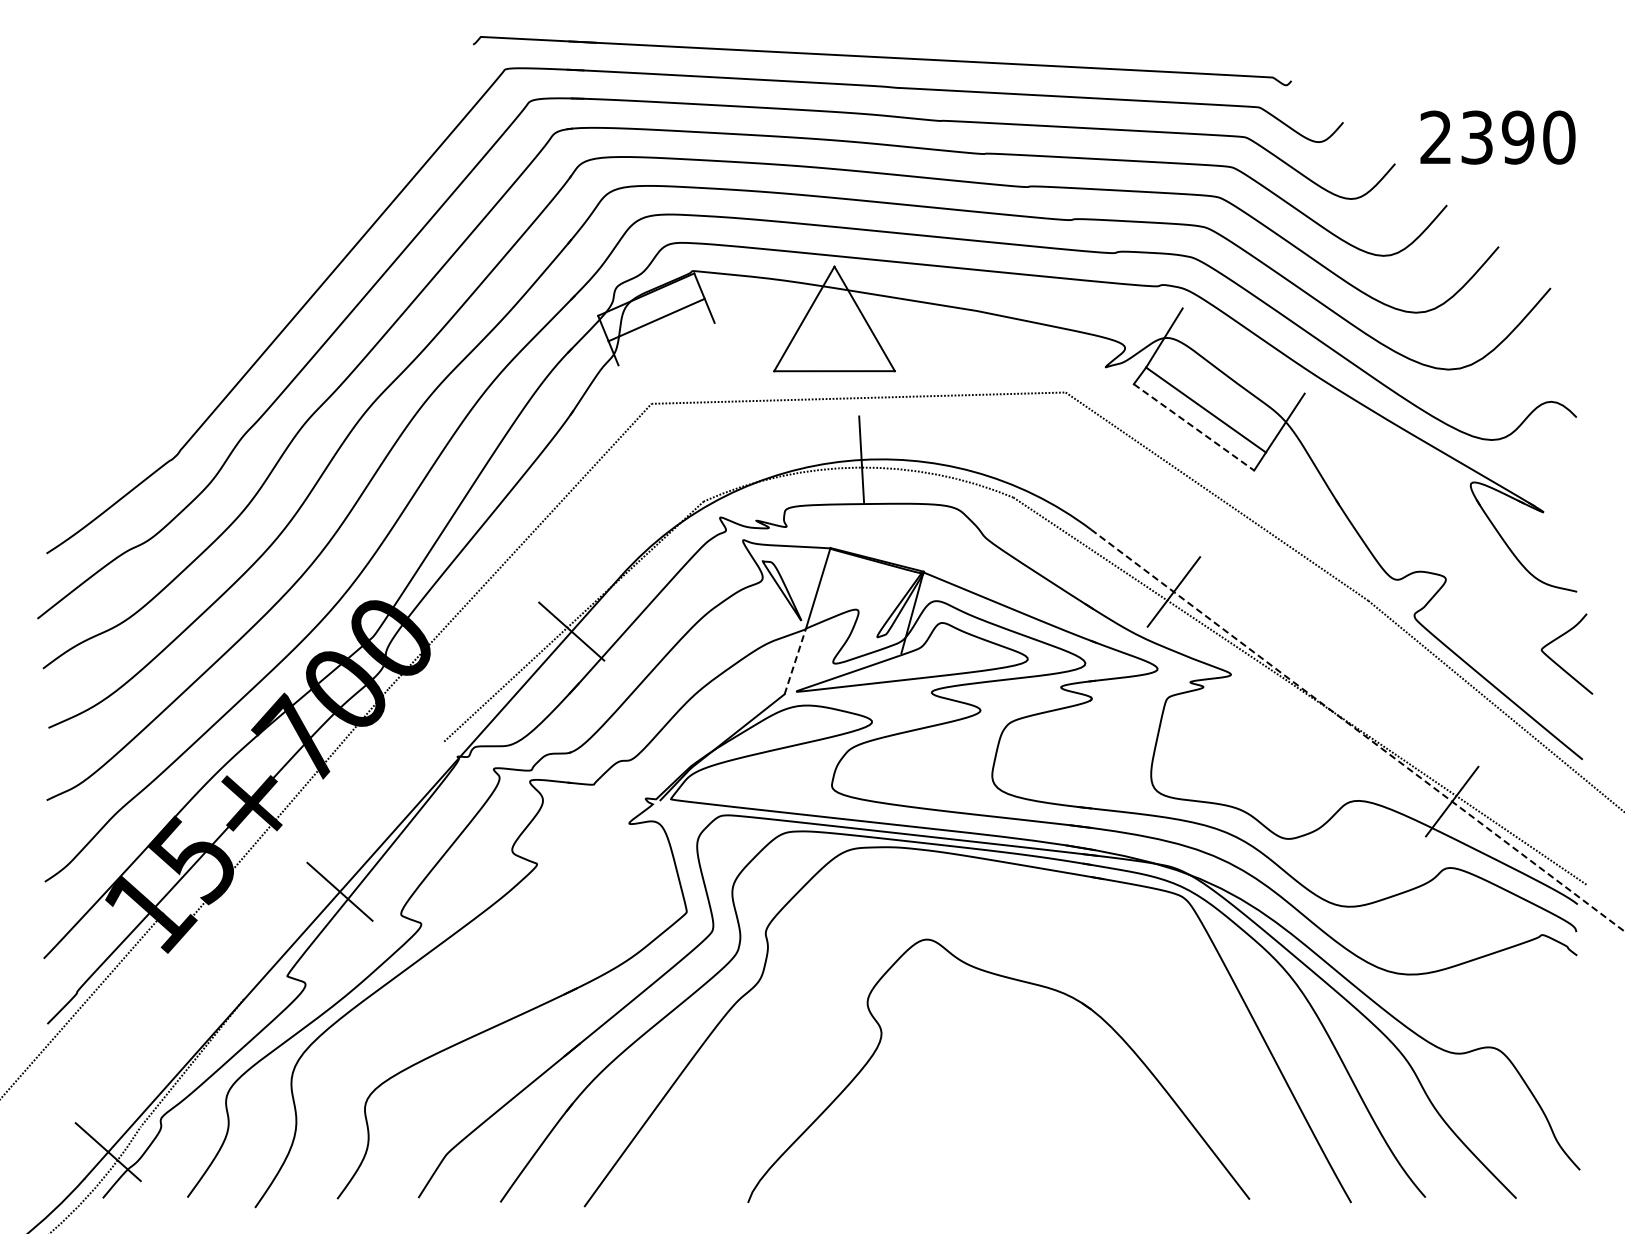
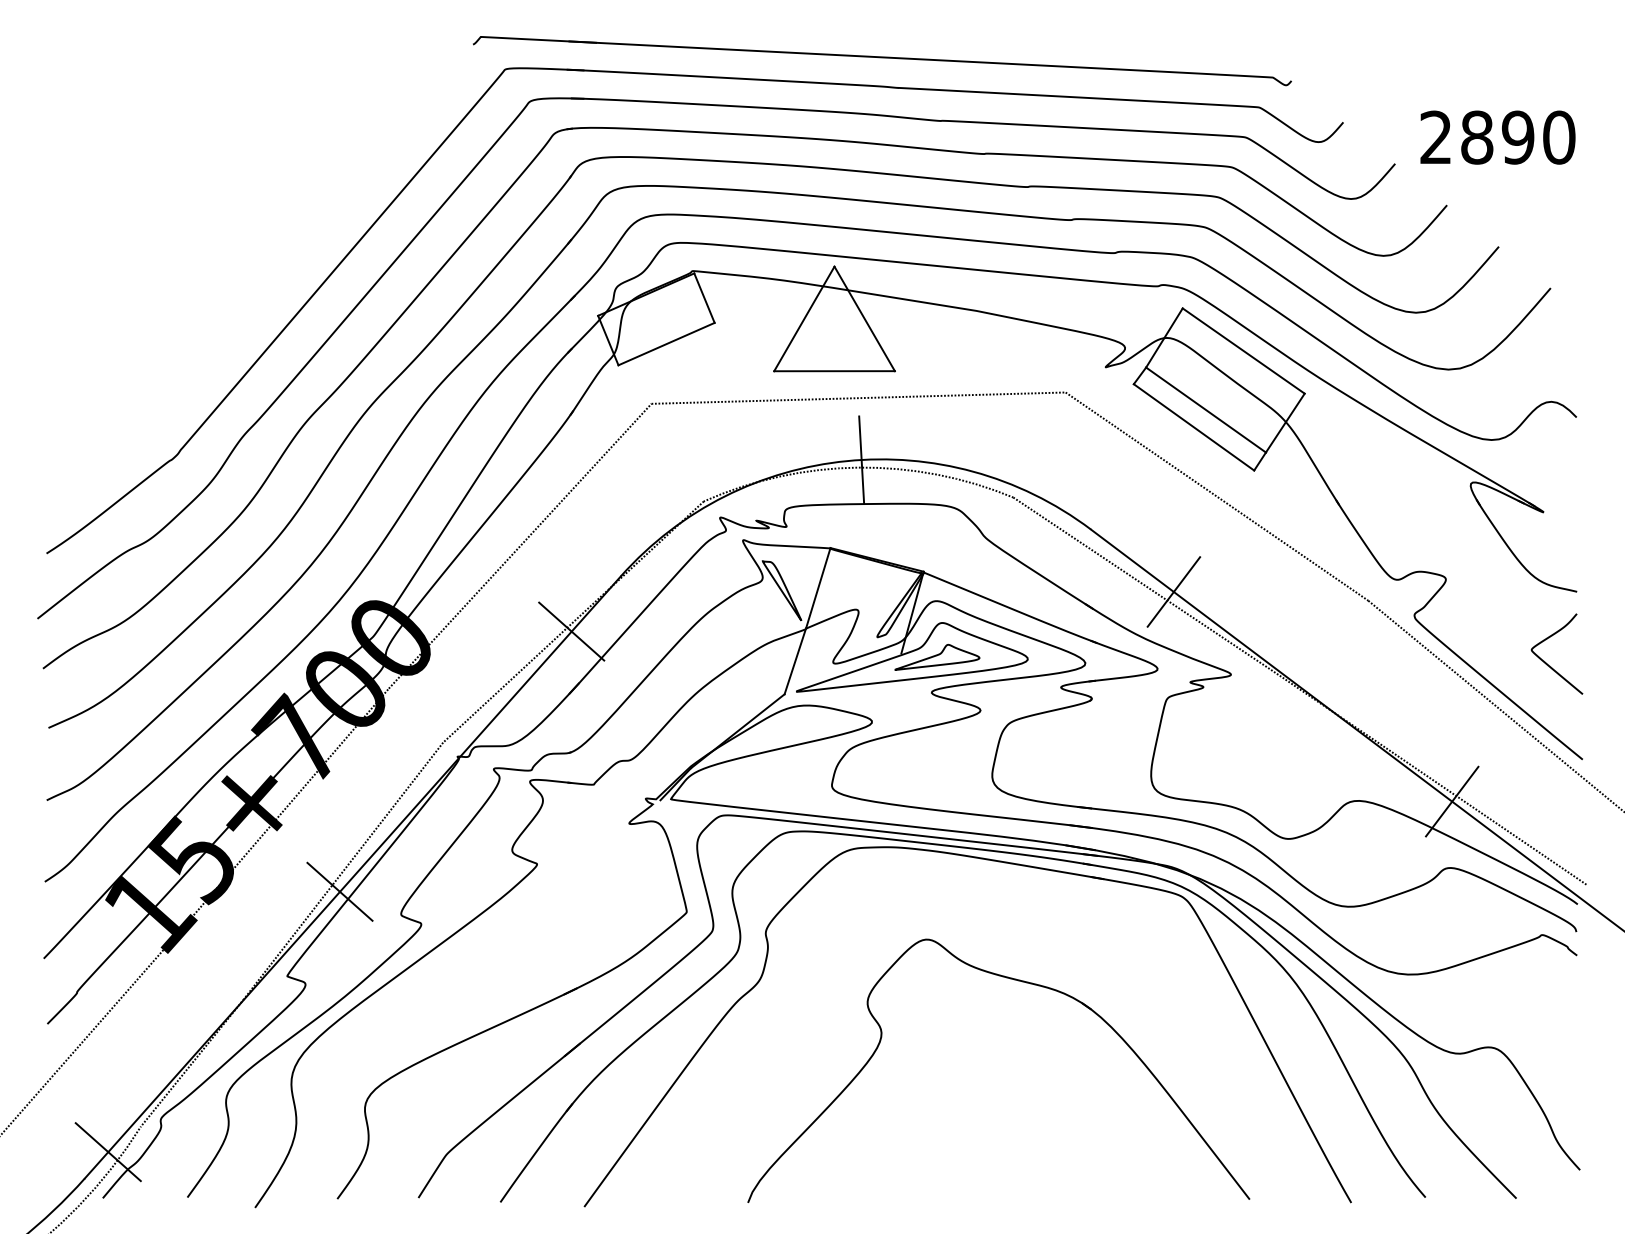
text at (1477, 137): 2390 -> 2890
line at (656, 319) position: (656, 319) -> (666, 343)
line at (1243, 350): none -> present
line at (1194, 427): dashed -> solid
part at (937, 656): none -> present
line at (795, 661): dashed -> solid
curve at (1556, 662) position: (1556, 662) -> (1546, 662)
line at (1357, 730): dashed -> solid
line at (343, 870): none -> present
line at (83, 1004) position: (83, 1004) -> (92, 1030)
